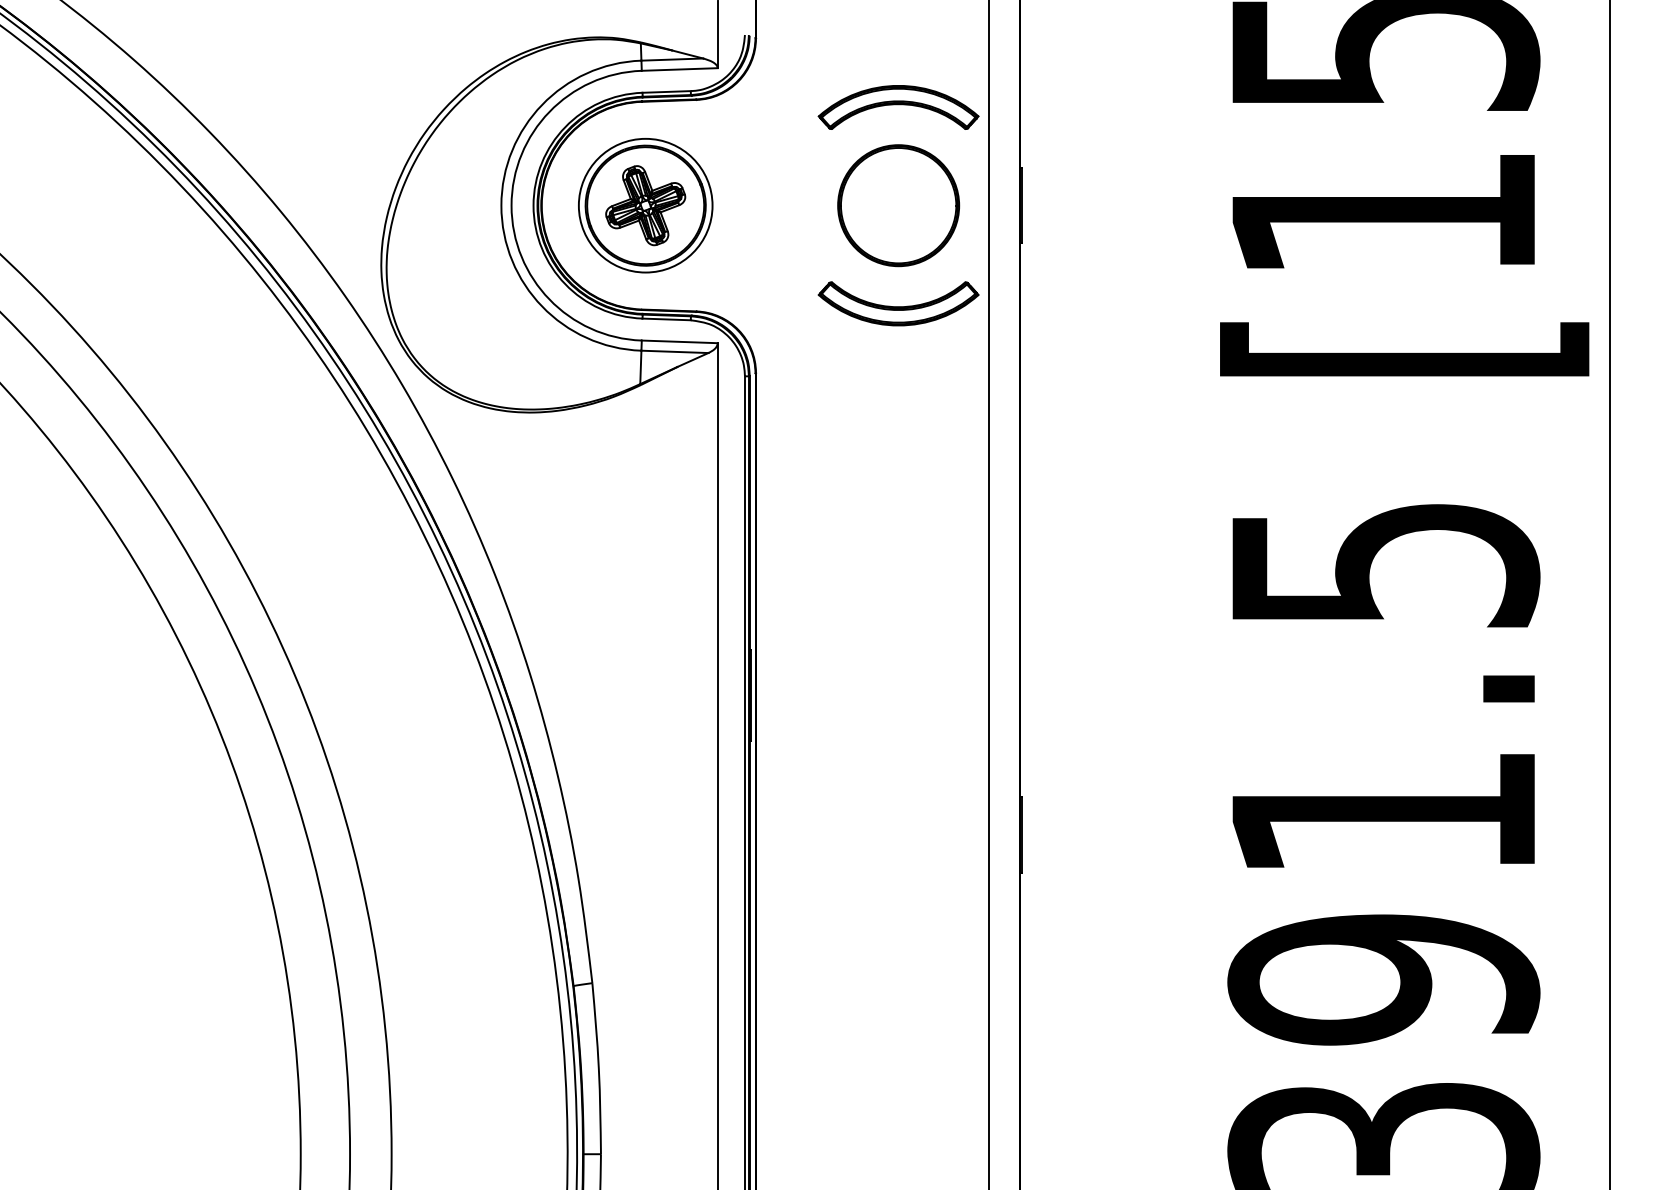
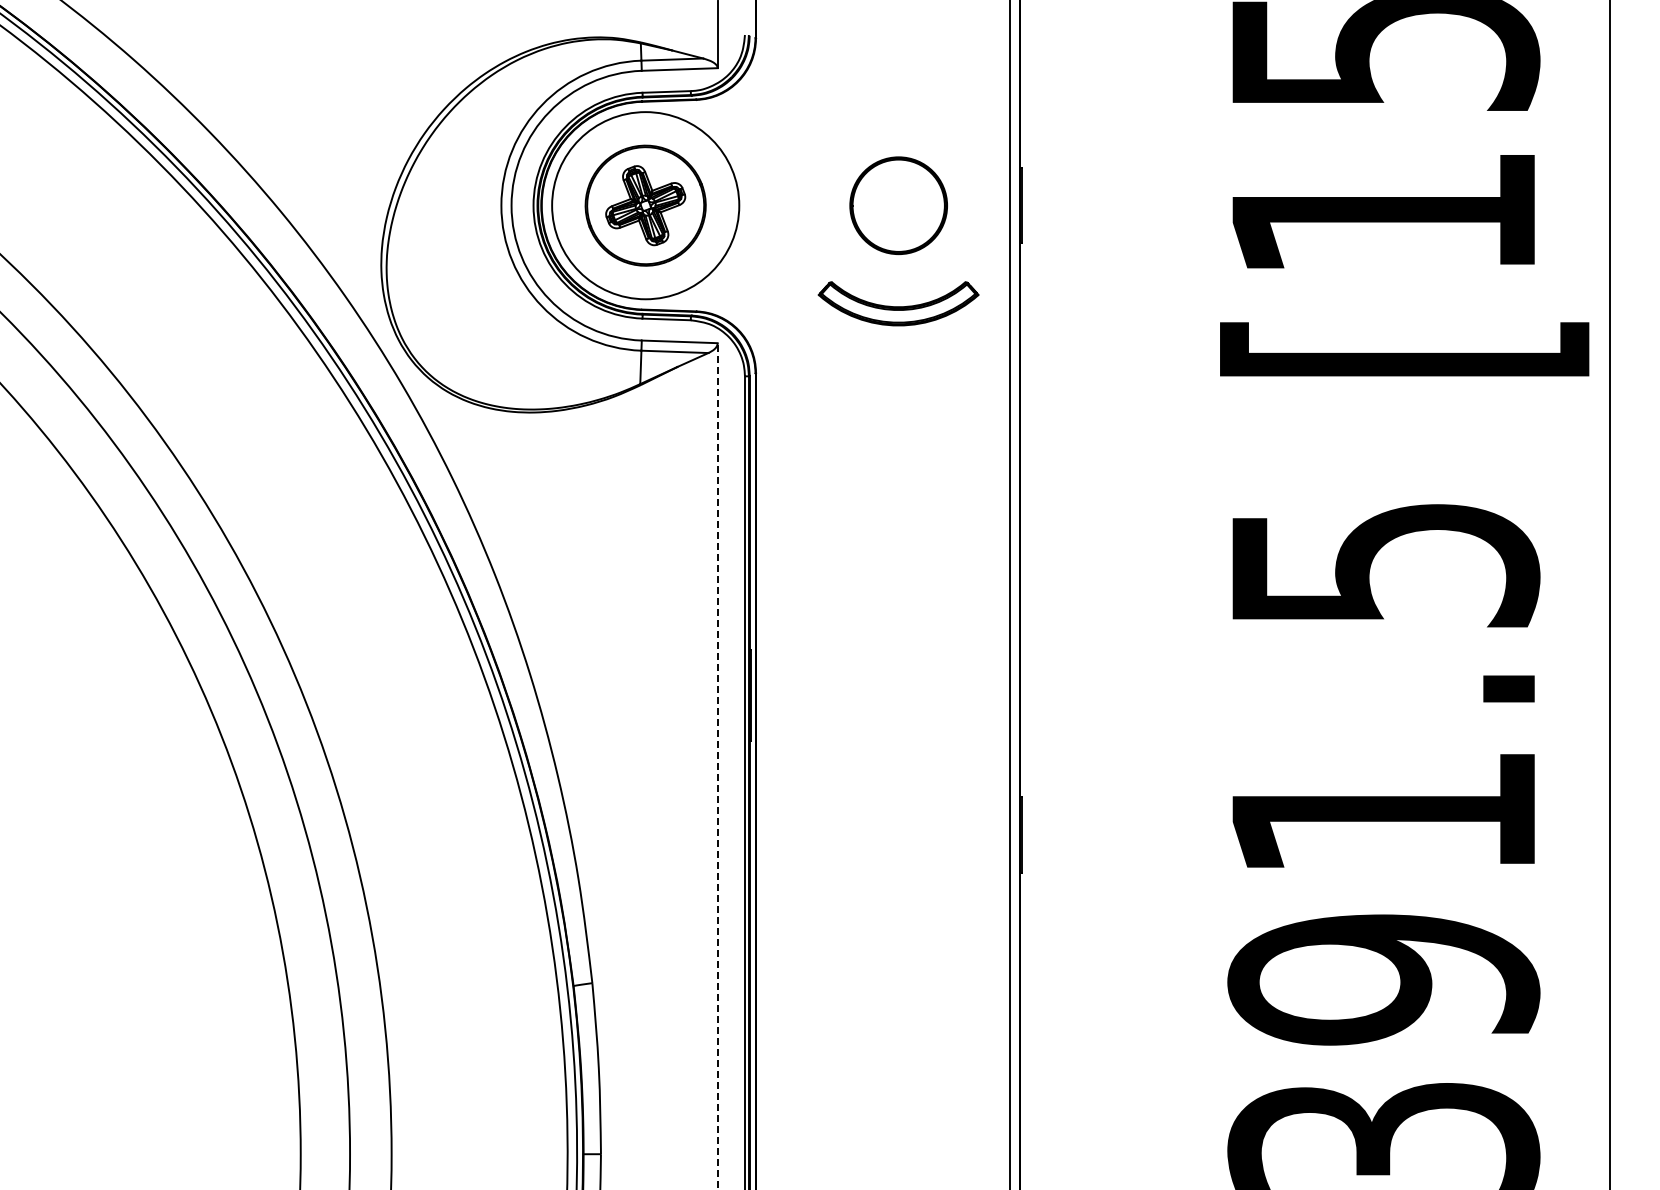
part at (898, 107): present -> none
circle at (645, 205) diameter: 134 px -> 187 px
part at (898, 205) size: 124x124 px -> 99x100 px
line at (988, 594) position: (988, 594) -> (1009, 594)
line at (717, 766): solid -> dashed
